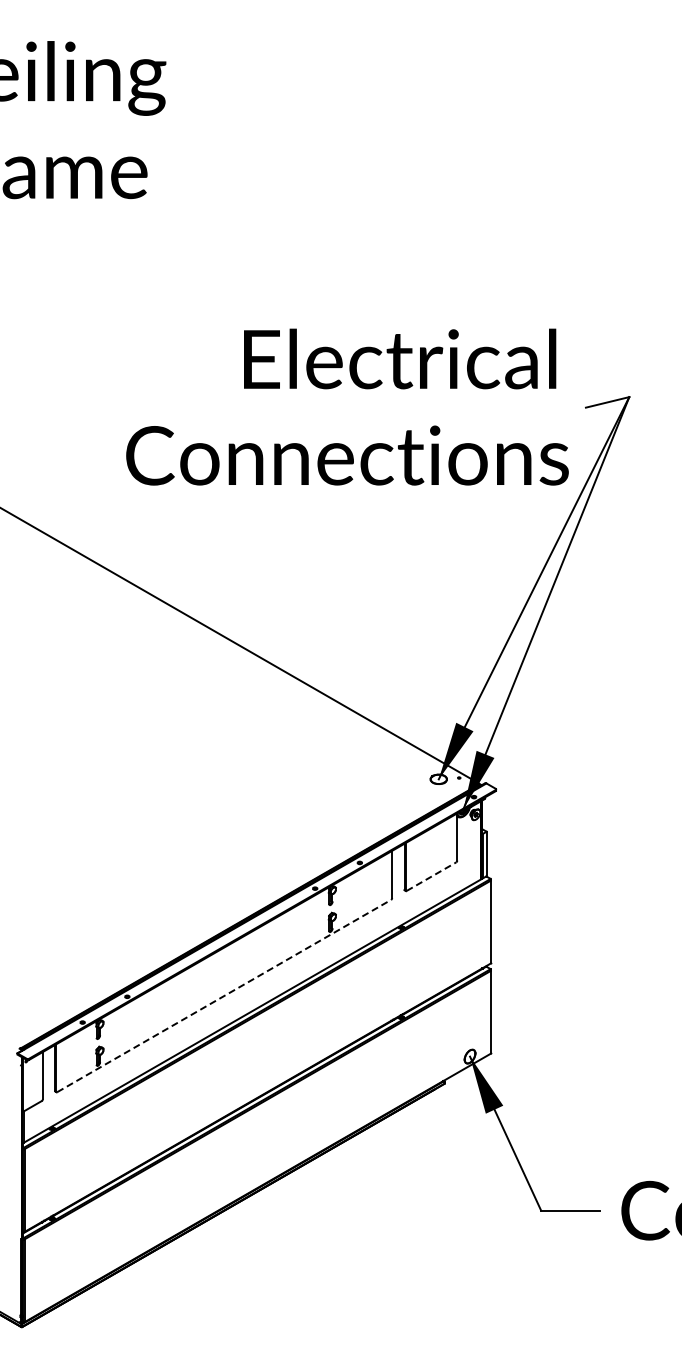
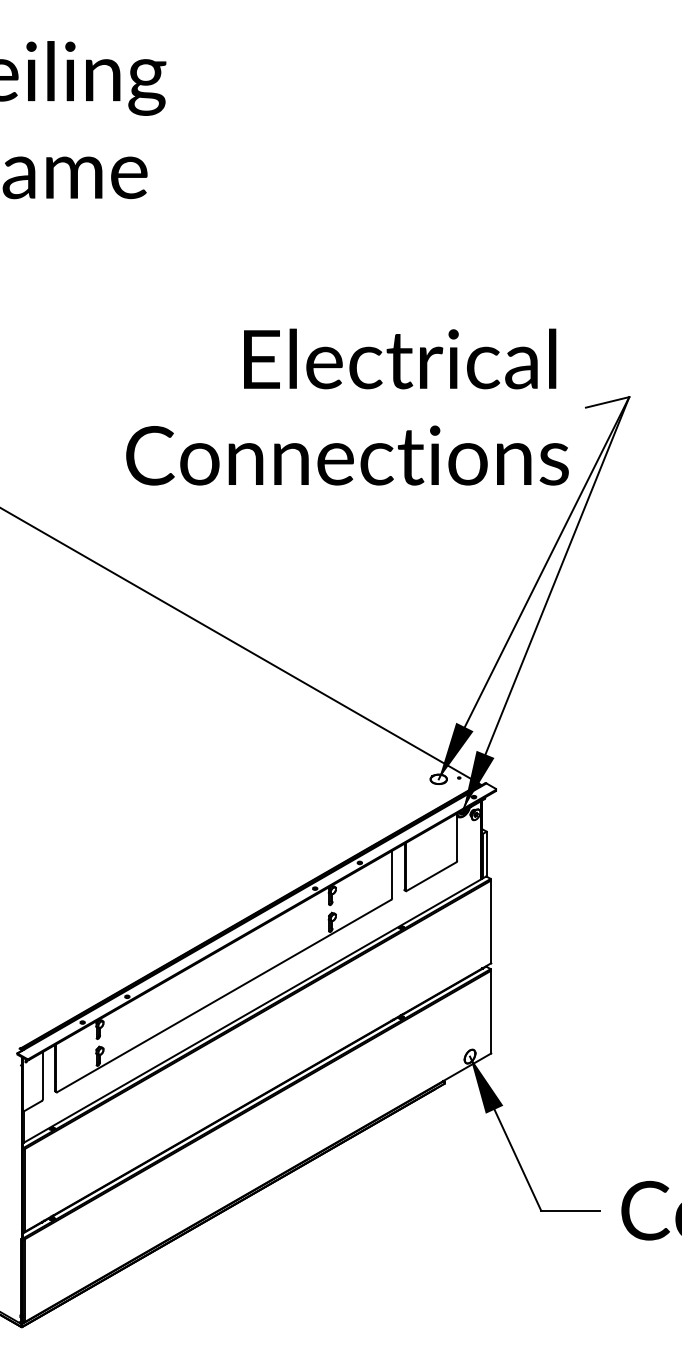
line at (431, 876): dashed -> solid
line at (224, 996): dashed -> solid
